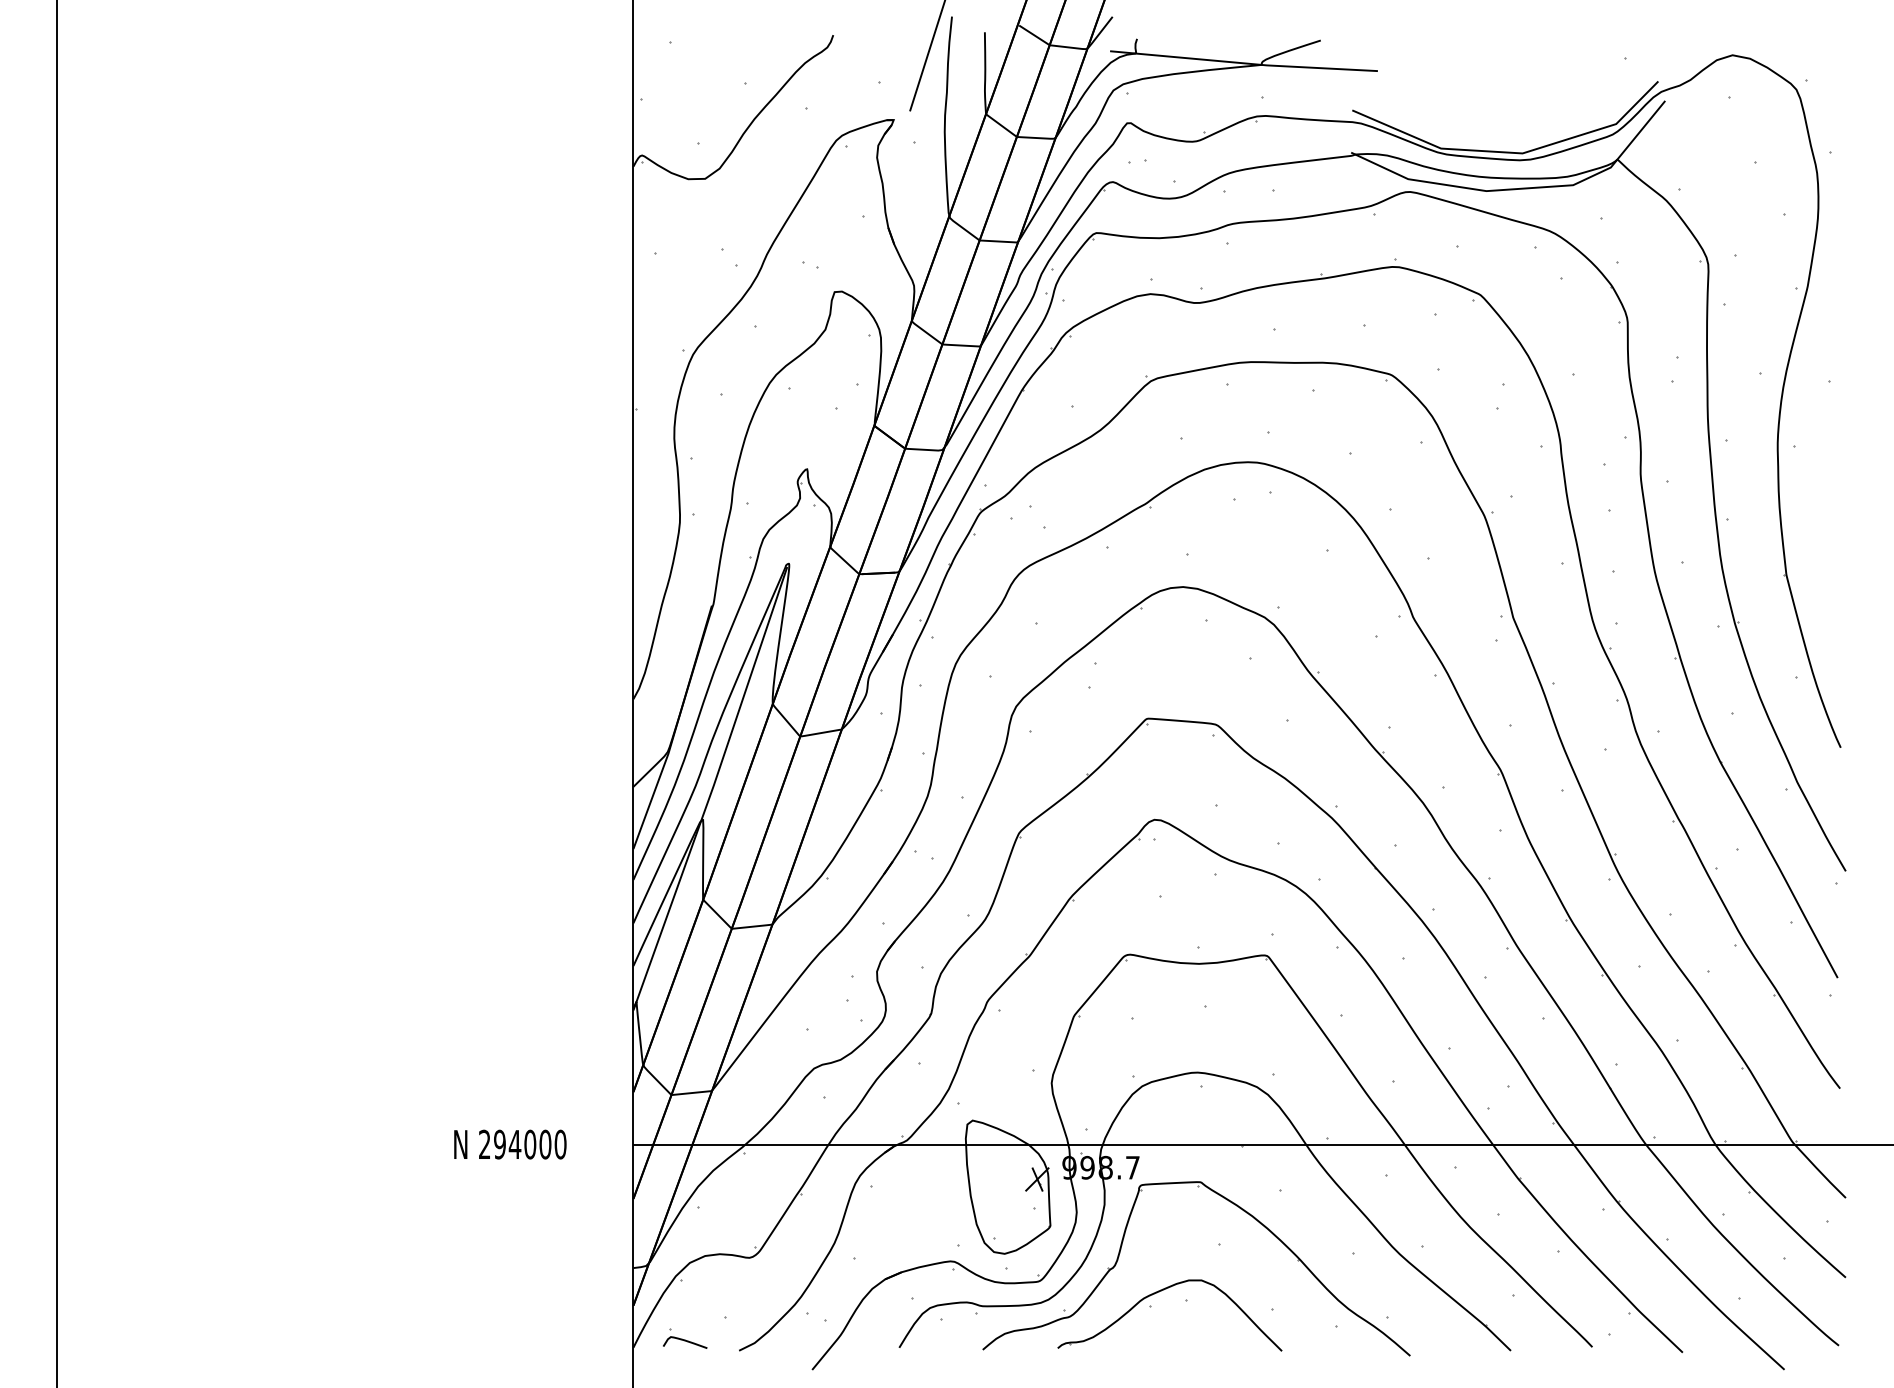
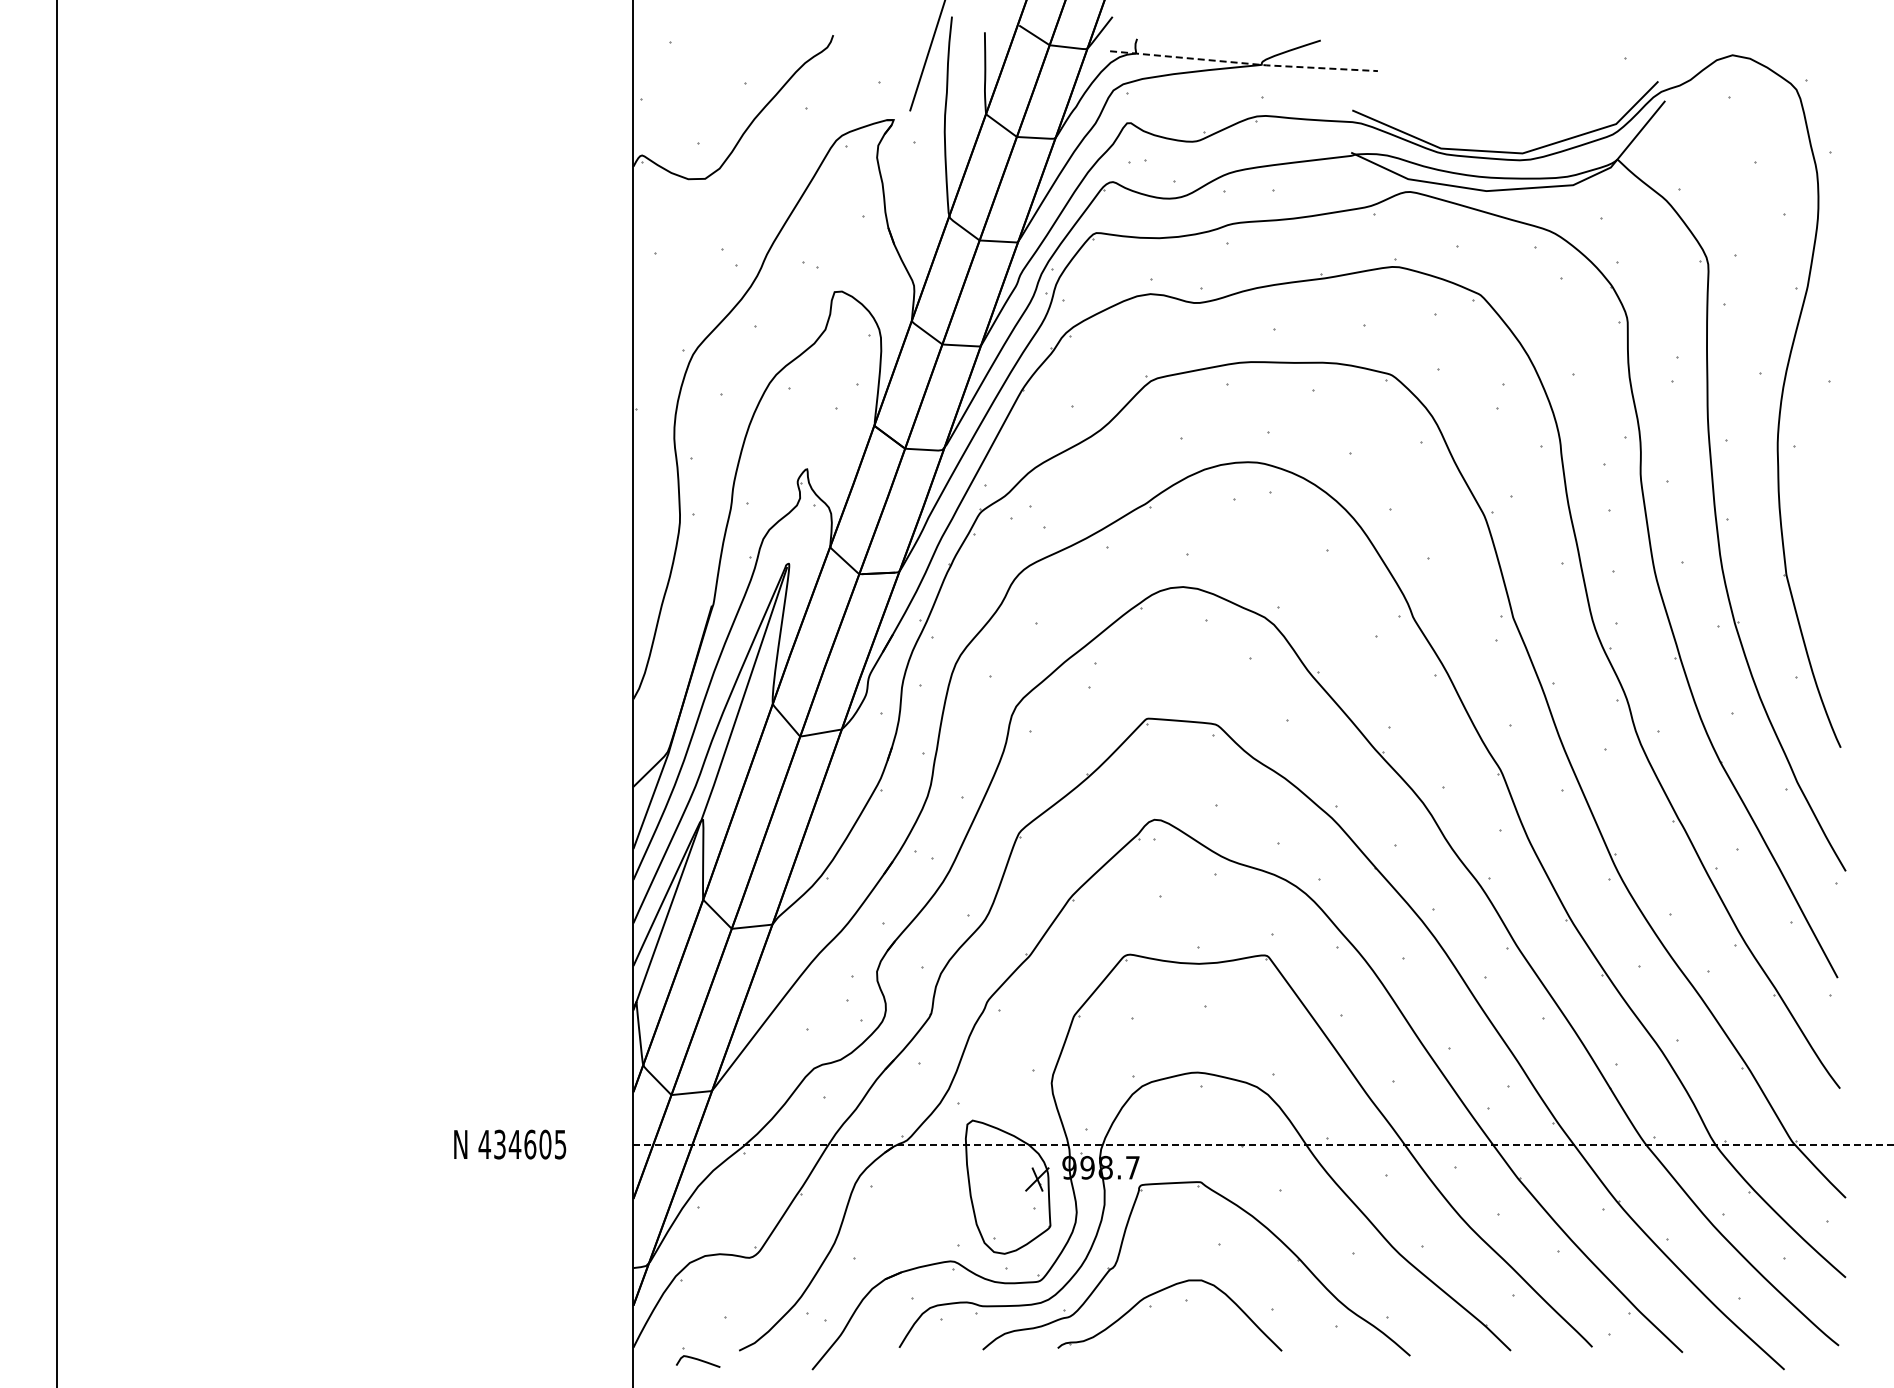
line at (1245, 63): solid -> dashed
text at (522, 1144): 294000 -> 434605
line at (1264, 1144): solid -> dashed
part at (685, 1338) position: (685, 1338) -> (698, 1357)
